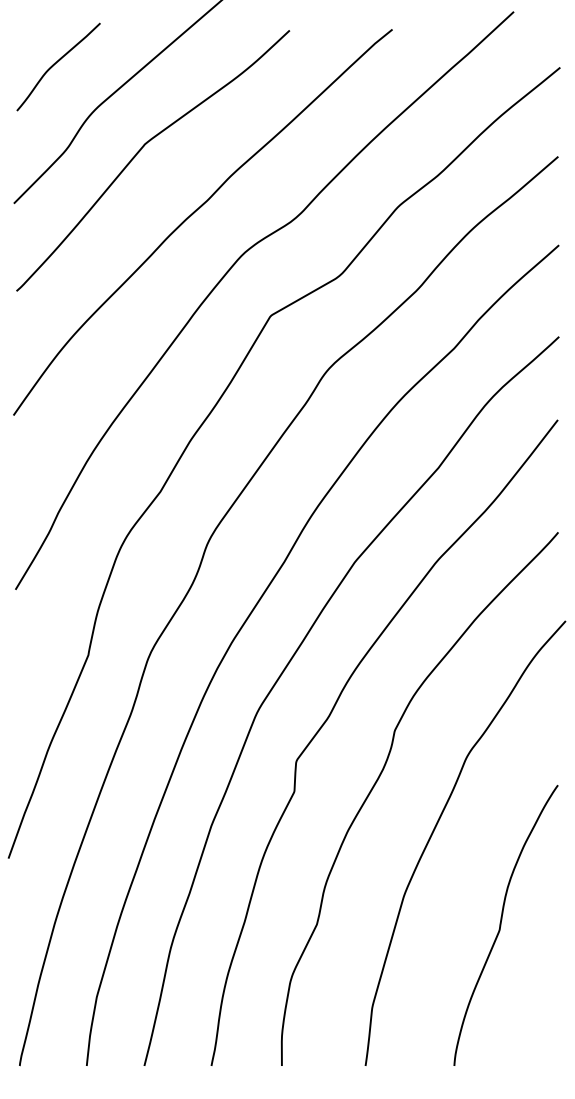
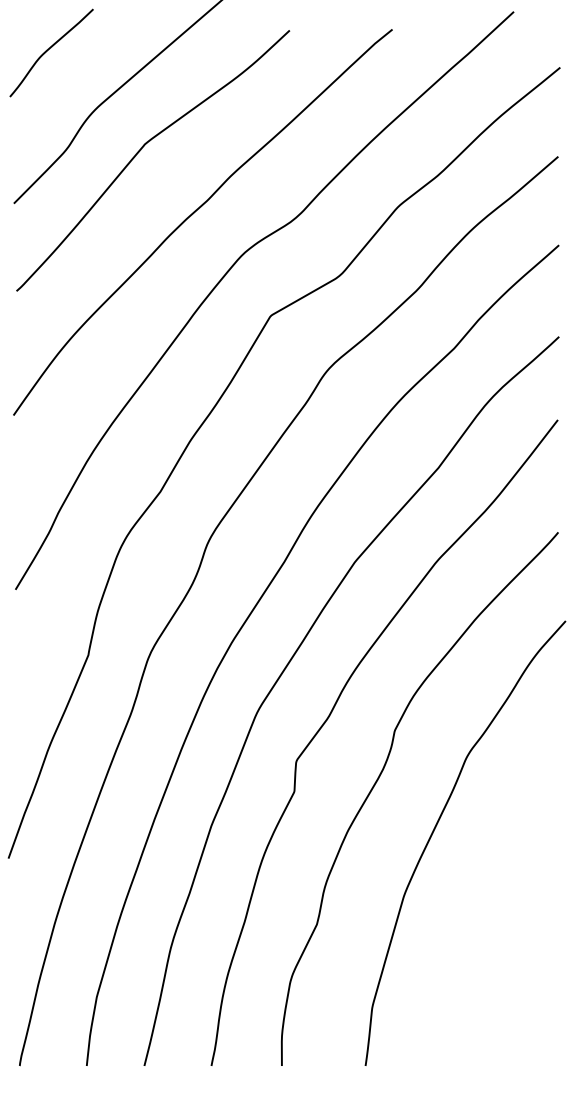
curve at (56, 63) position: (56, 63) -> (49, 49)
curve at (501, 925): present -> none
